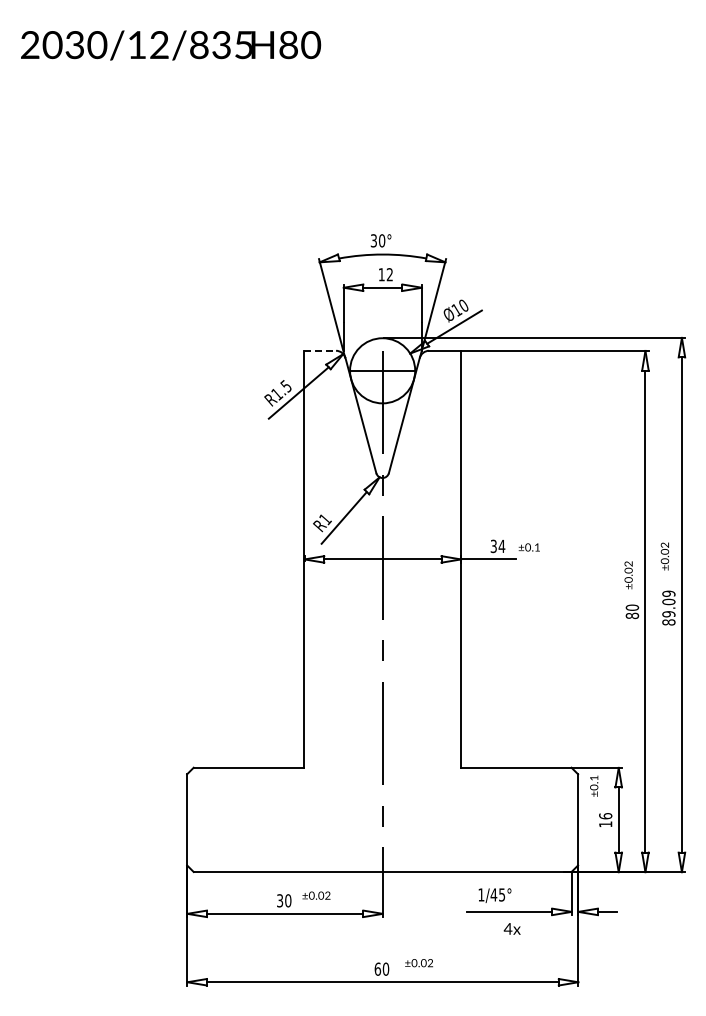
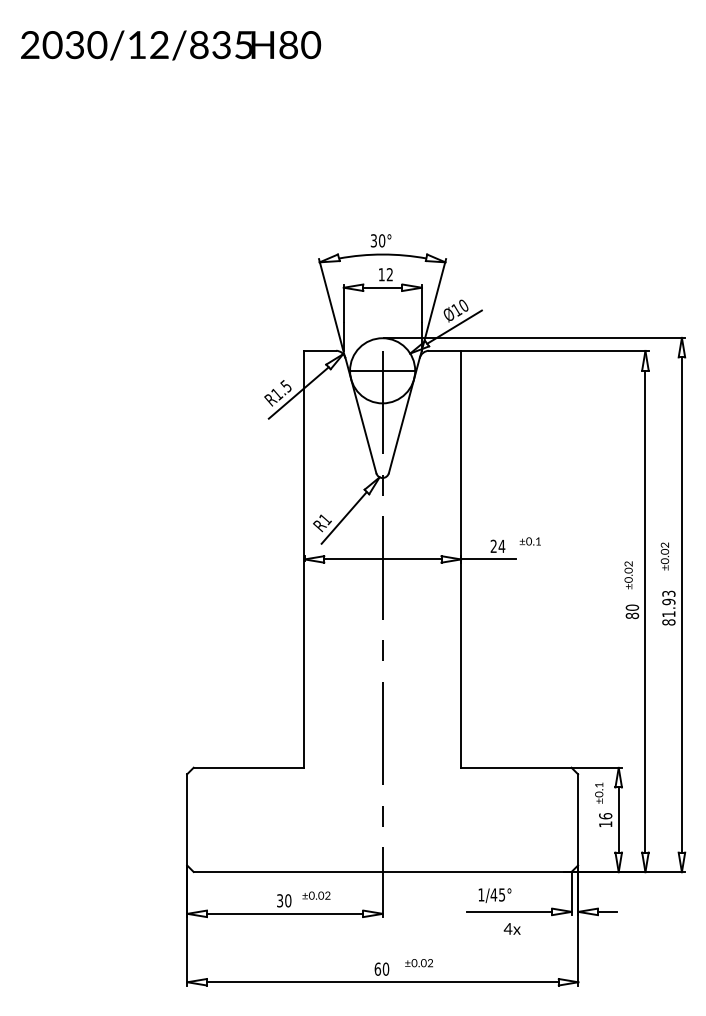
line at (320, 350): dashed -> solid
text at (493, 546): 34 -> 24
text at (528, 547) position: (528, 547) -> (529, 541)
text at (668, 603): 89.09 -> 81.93
text at (594, 785) position: (594, 785) -> (599, 792)
